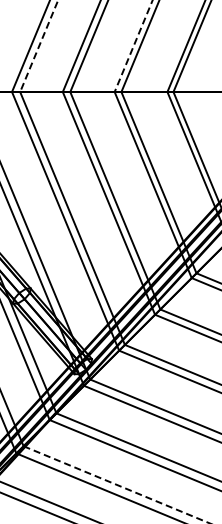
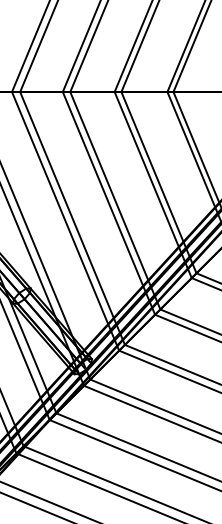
line at (38, 46): dashed -> solid
line at (133, 46): dashed -> solid
line at (117, 485): dashed -> solid
